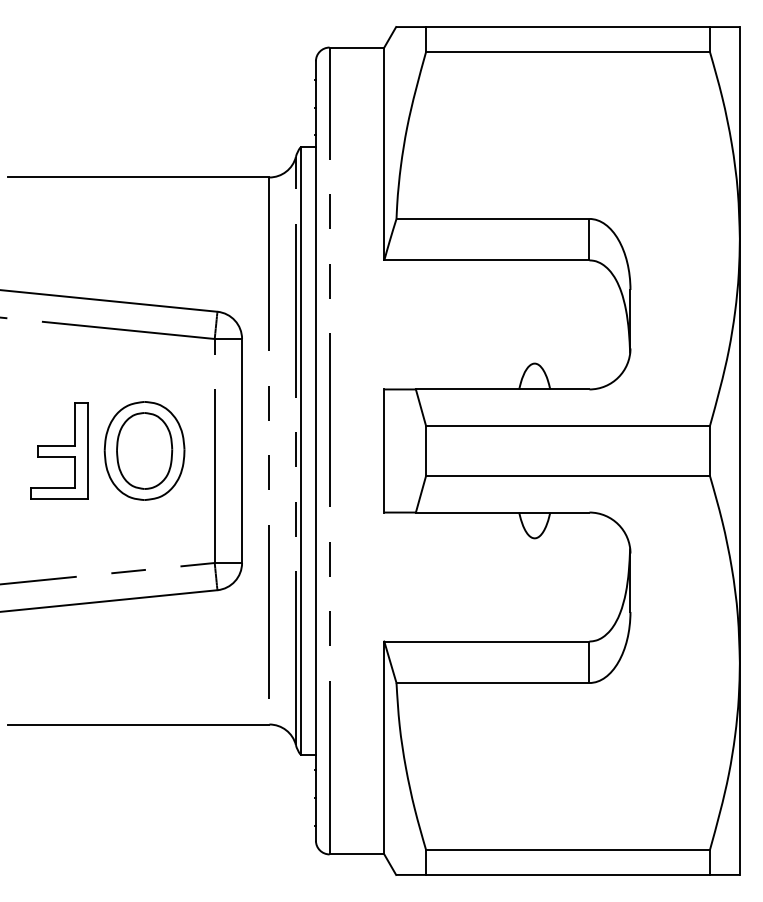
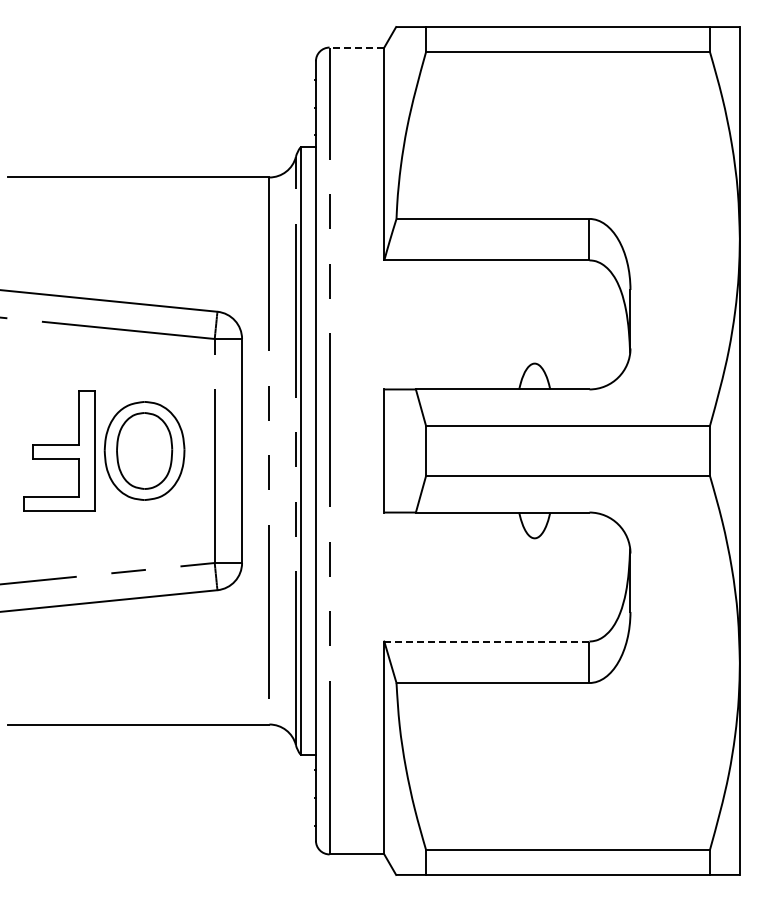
line at (356, 47): solid -> dashed
part at (59, 450) size: 59x98 px -> 73x122 px
line at (486, 641): solid -> dashed
